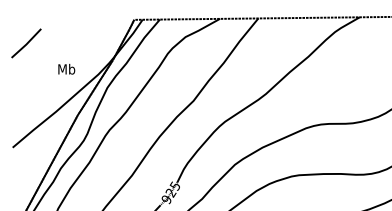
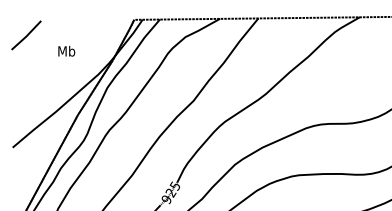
line at (26, 43) position: (26, 43) -> (26, 35)
text at (66, 68) position: (66, 68) -> (66, 50)
